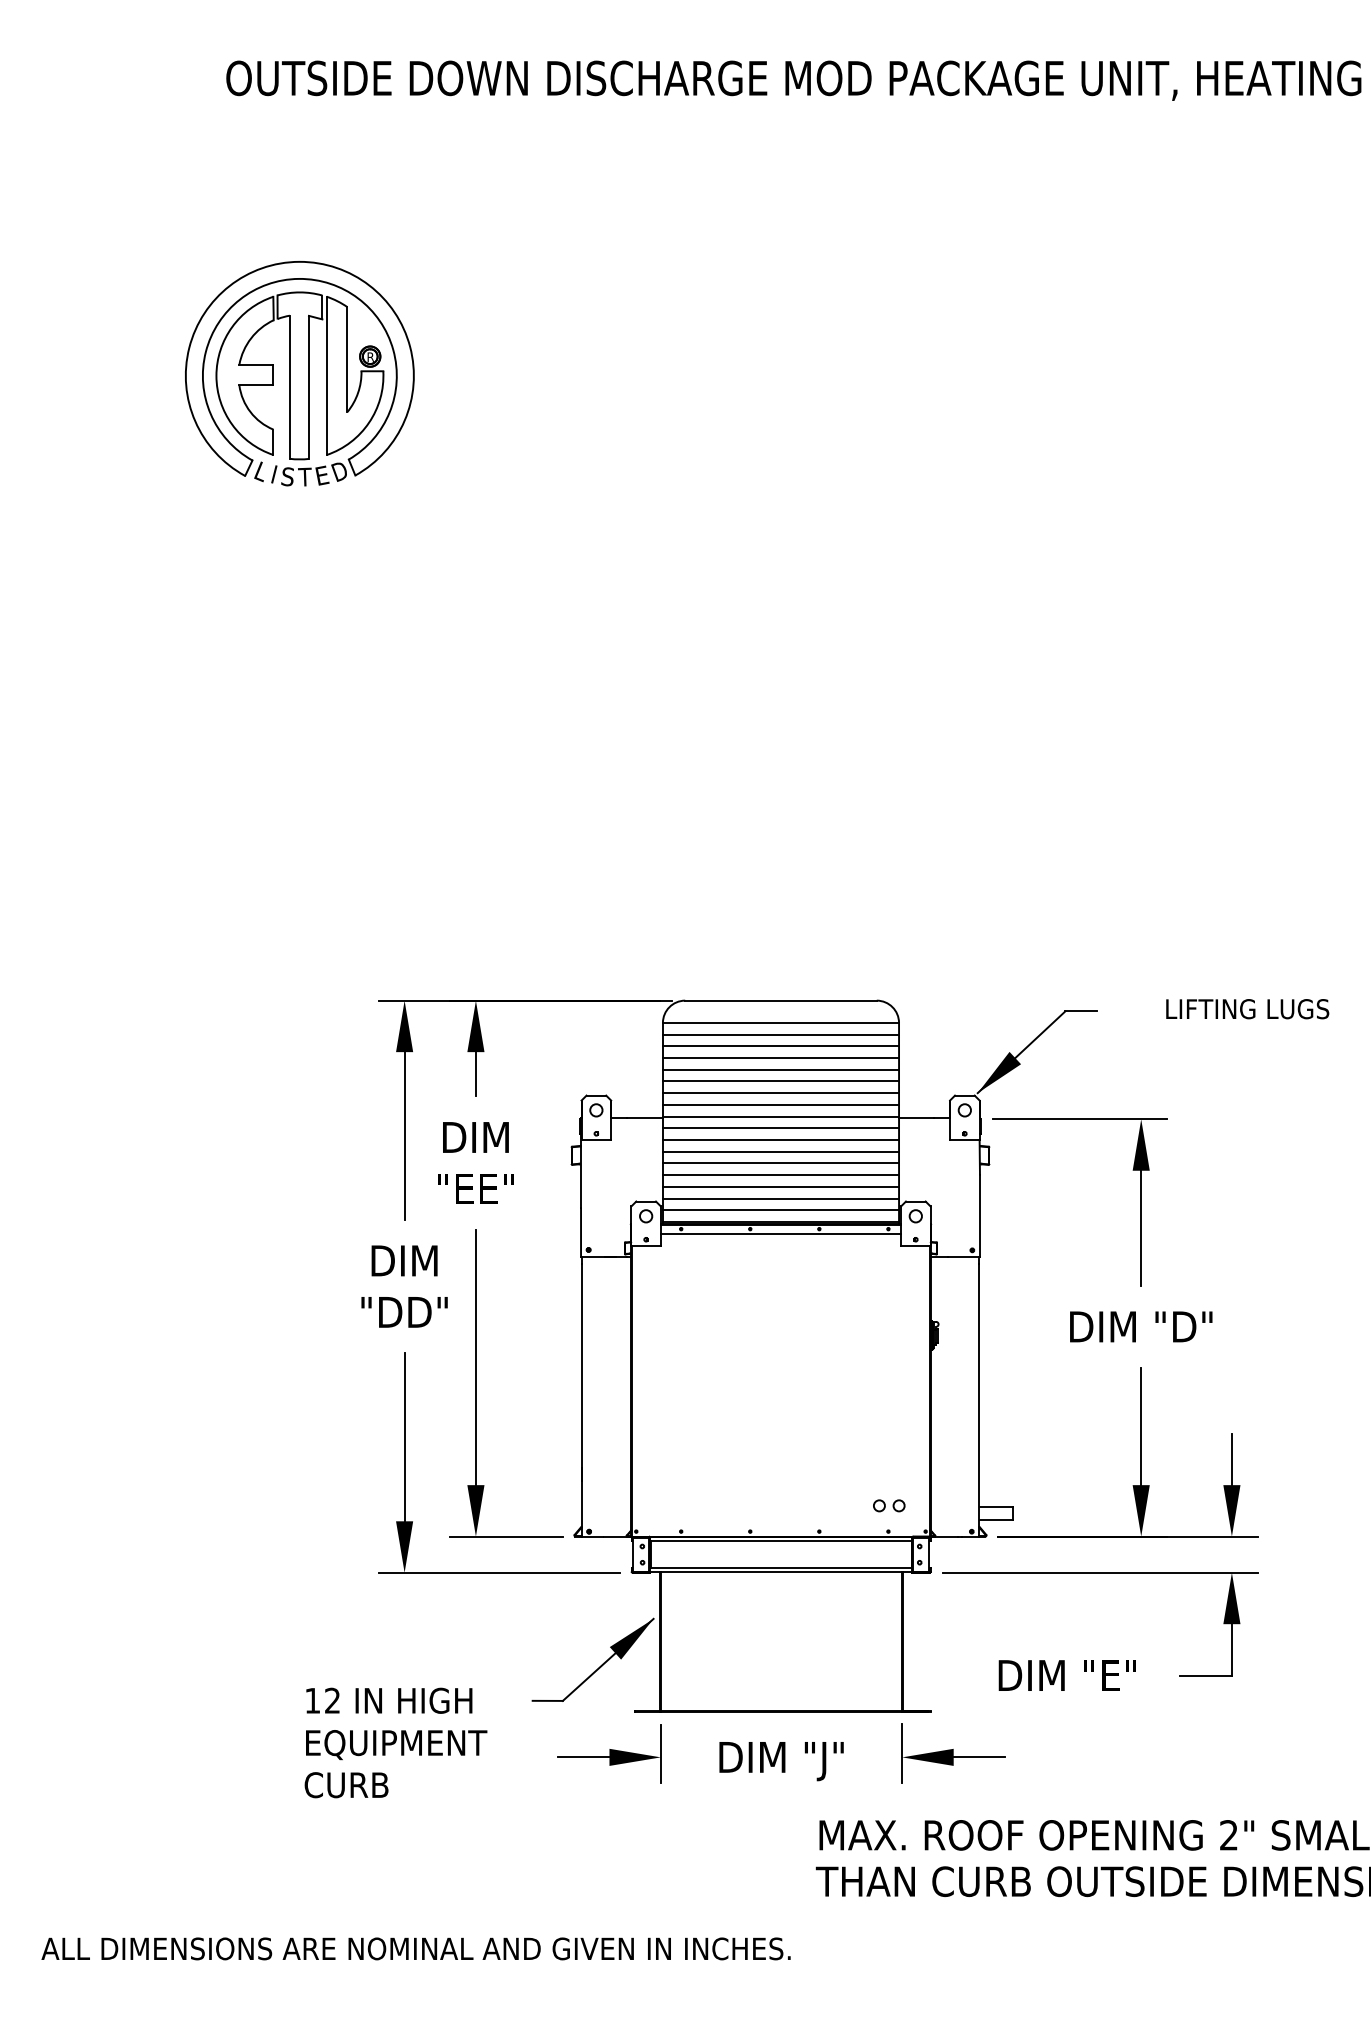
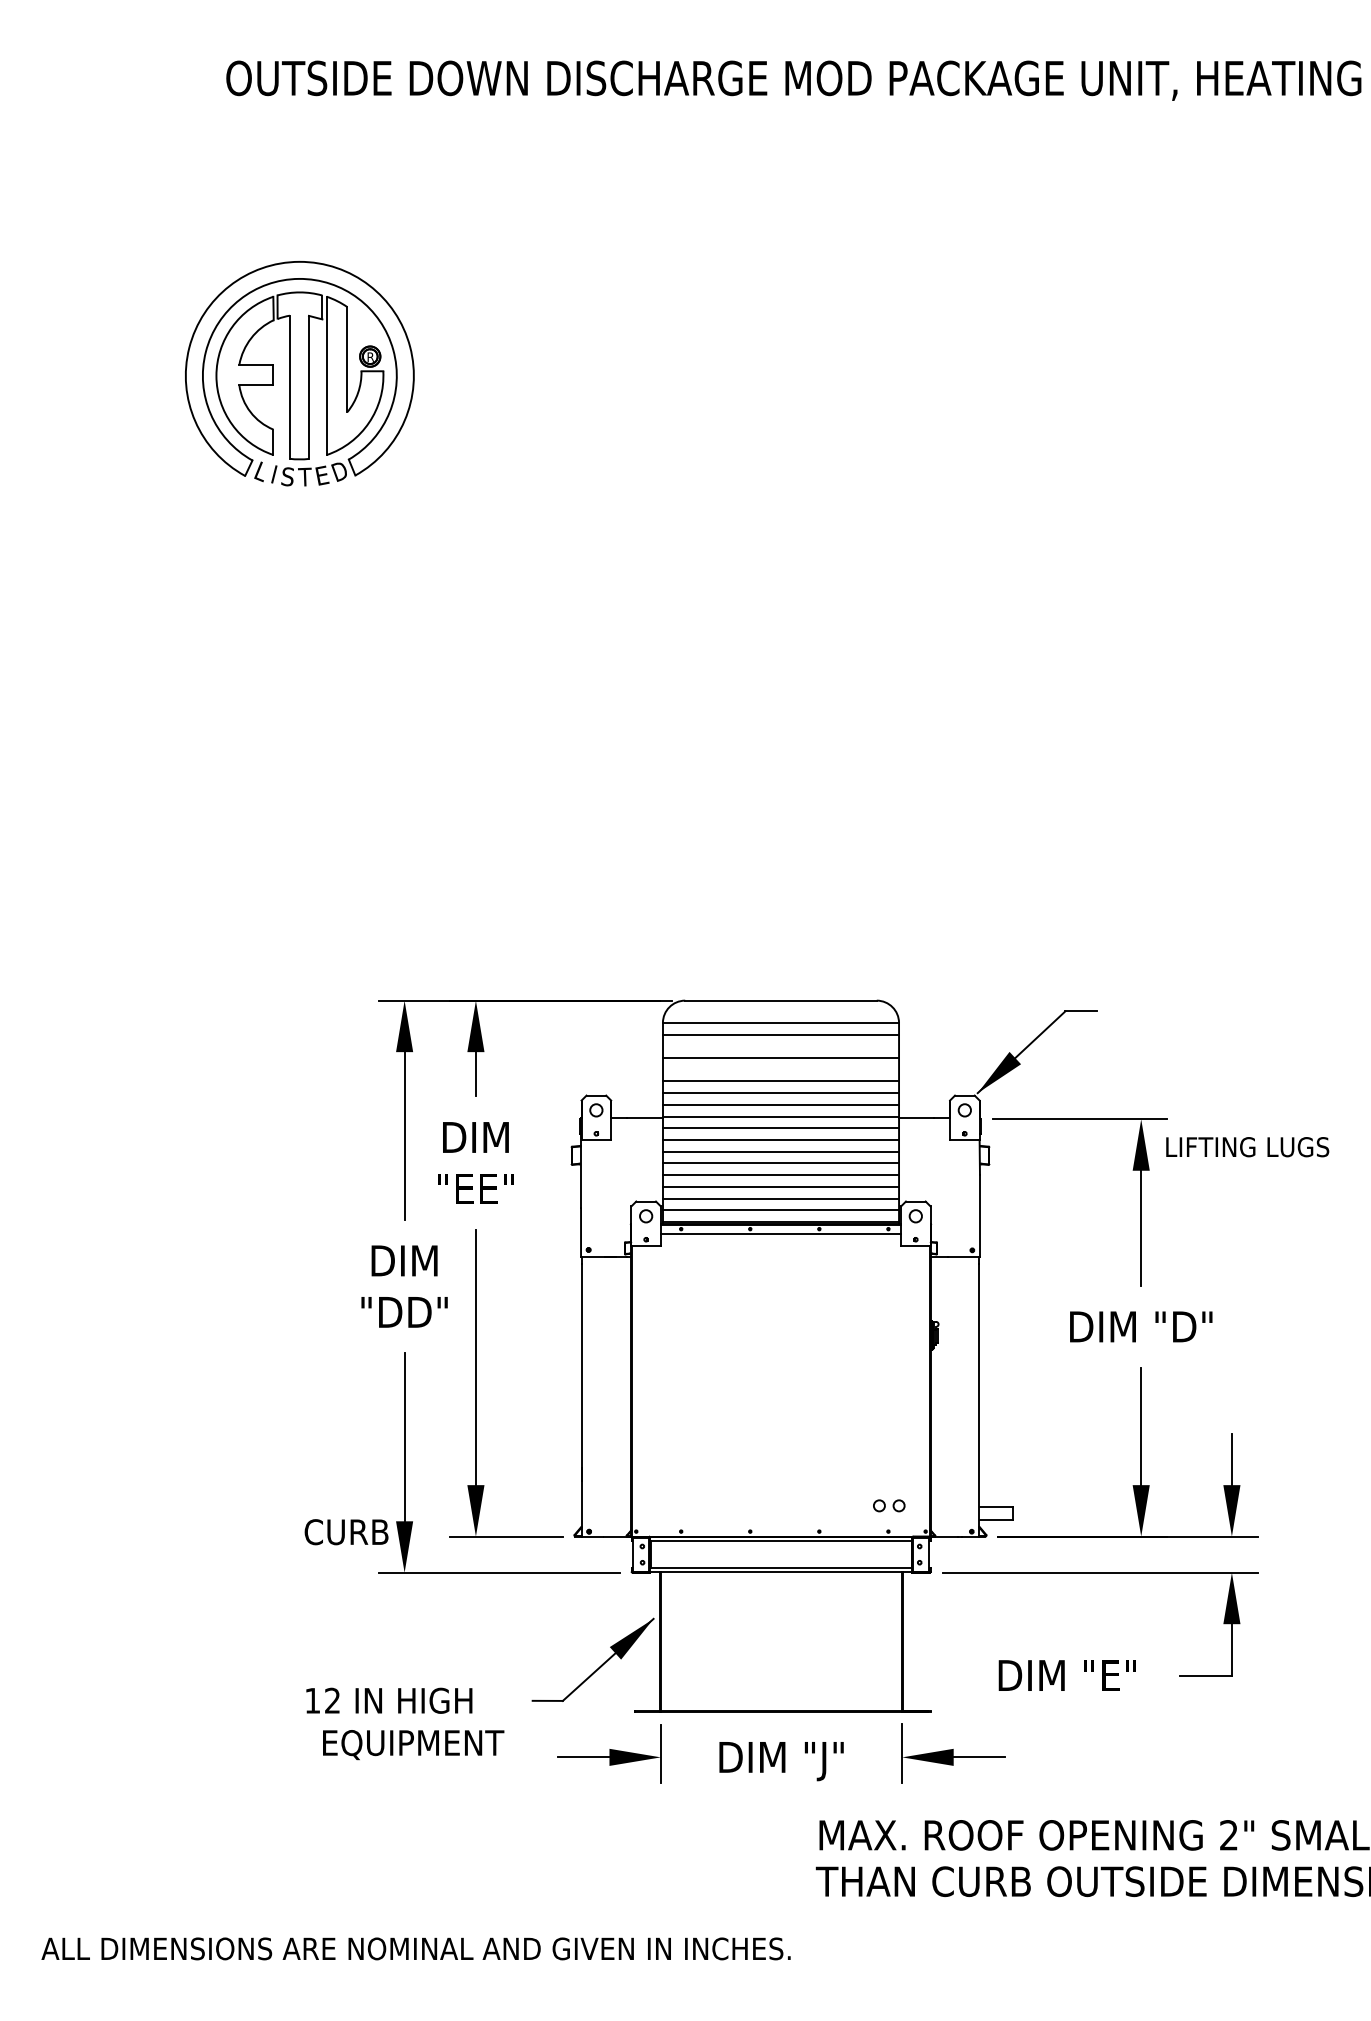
text at (1247, 1009) position: (1247, 1009) -> (1247, 1147)
line at (780, 1046): present -> none
line at (780, 1069): present -> none
text at (396, 1745) position: (396, 1745) -> (413, 1745)
text at (346, 1785) position: (346, 1785) -> (346, 1532)
